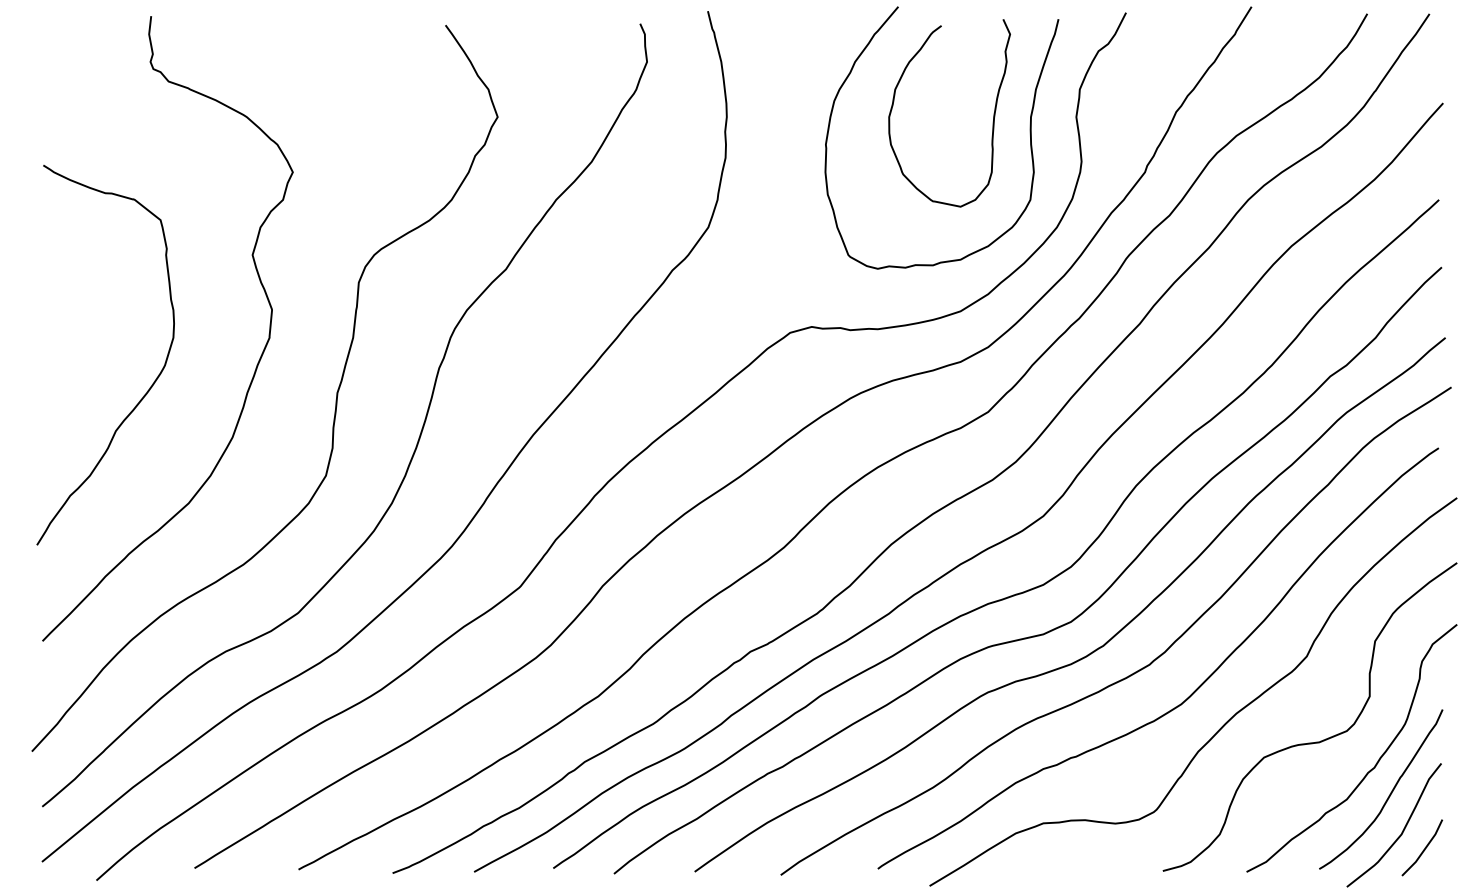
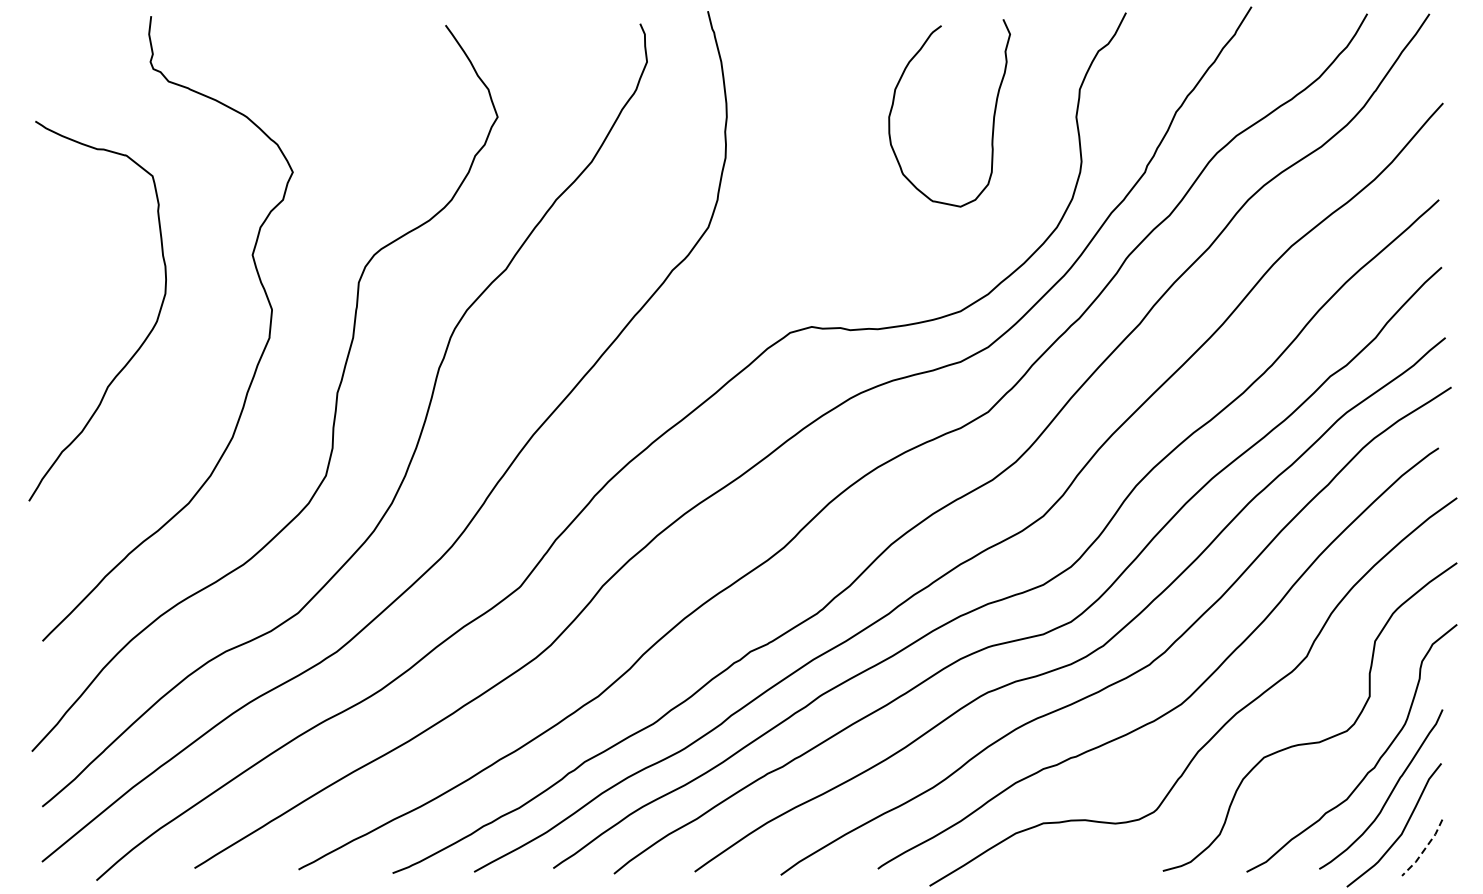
curve at (1029, 133): present -> none
curve at (149, 387) position: (149, 387) -> (141, 343)
line at (1424, 849): solid -> dashed
